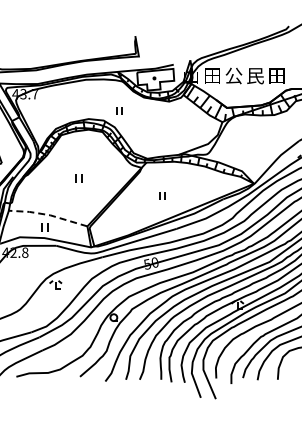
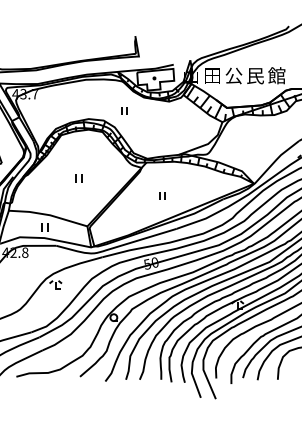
text at (276, 75): 田 -> 館
part at (119, 110) position: (119, 110) -> (124, 110)
line at (48, 214): dashed -> solid
